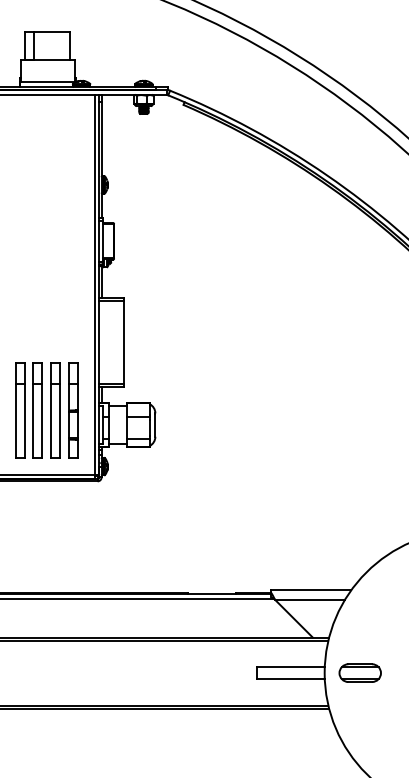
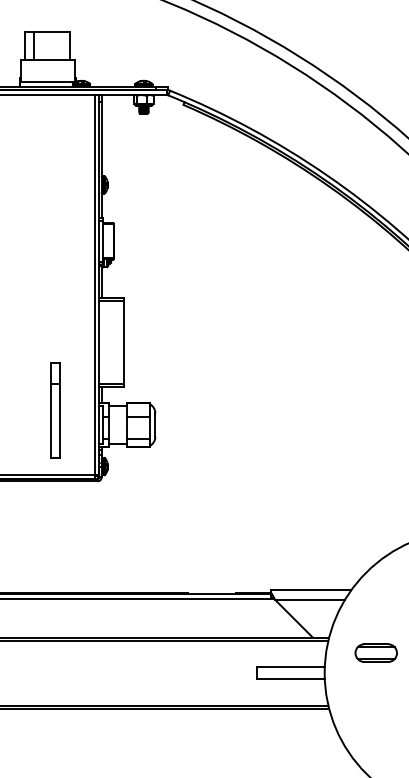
part at (28, 410): present -> none
part at (73, 410): present -> none
part at (359, 672) position: (359, 672) -> (375, 652)
